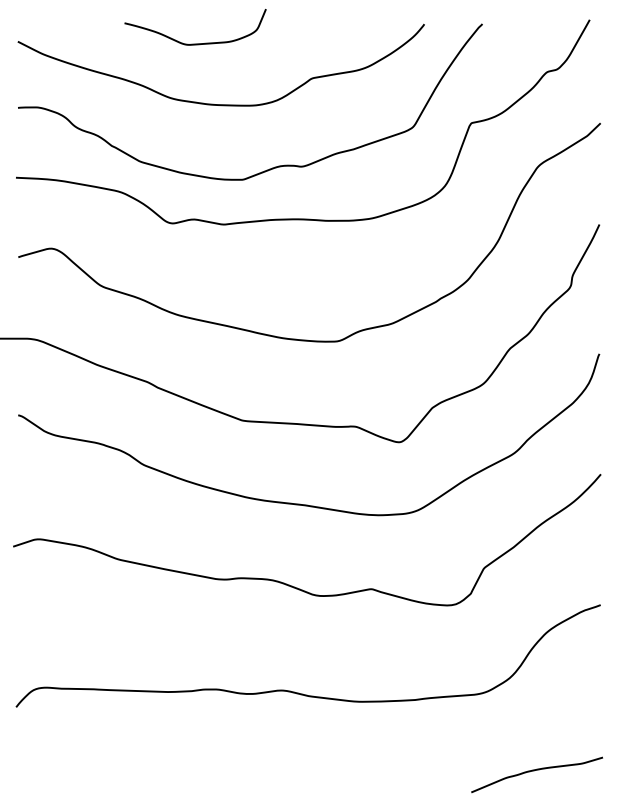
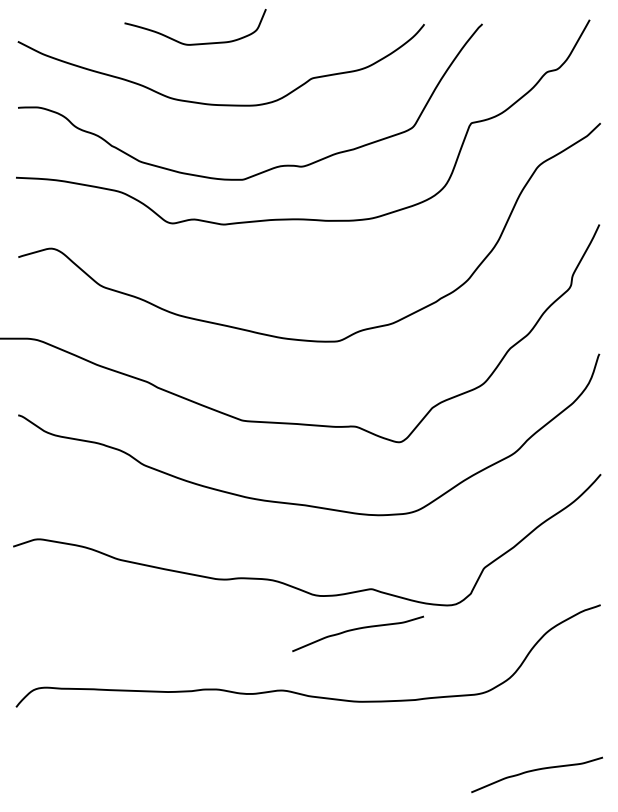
curve at (358, 629): none -> present
